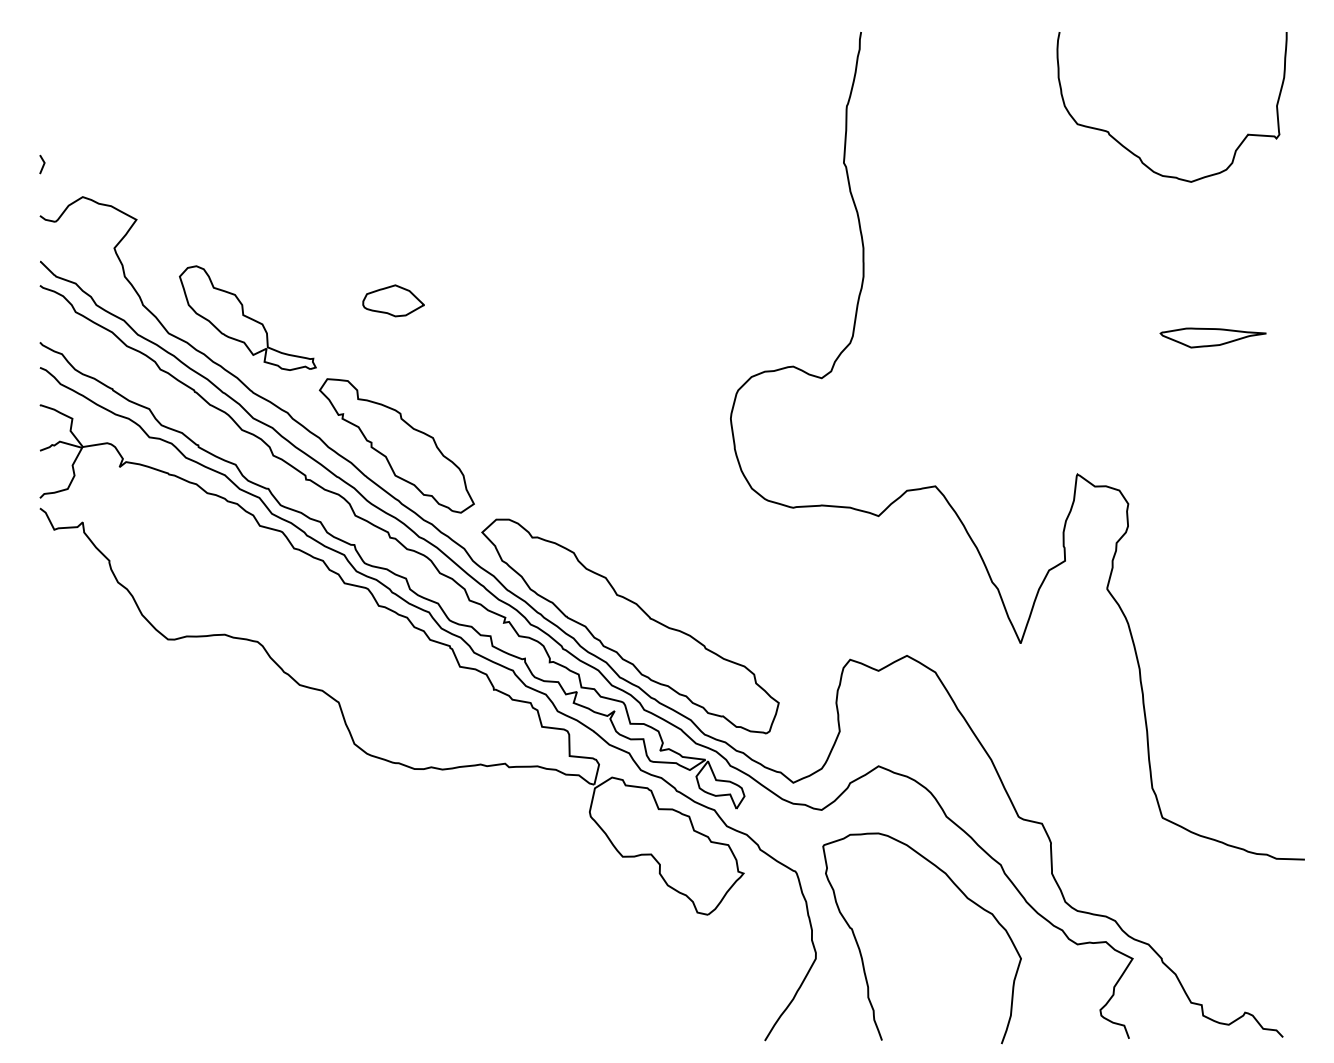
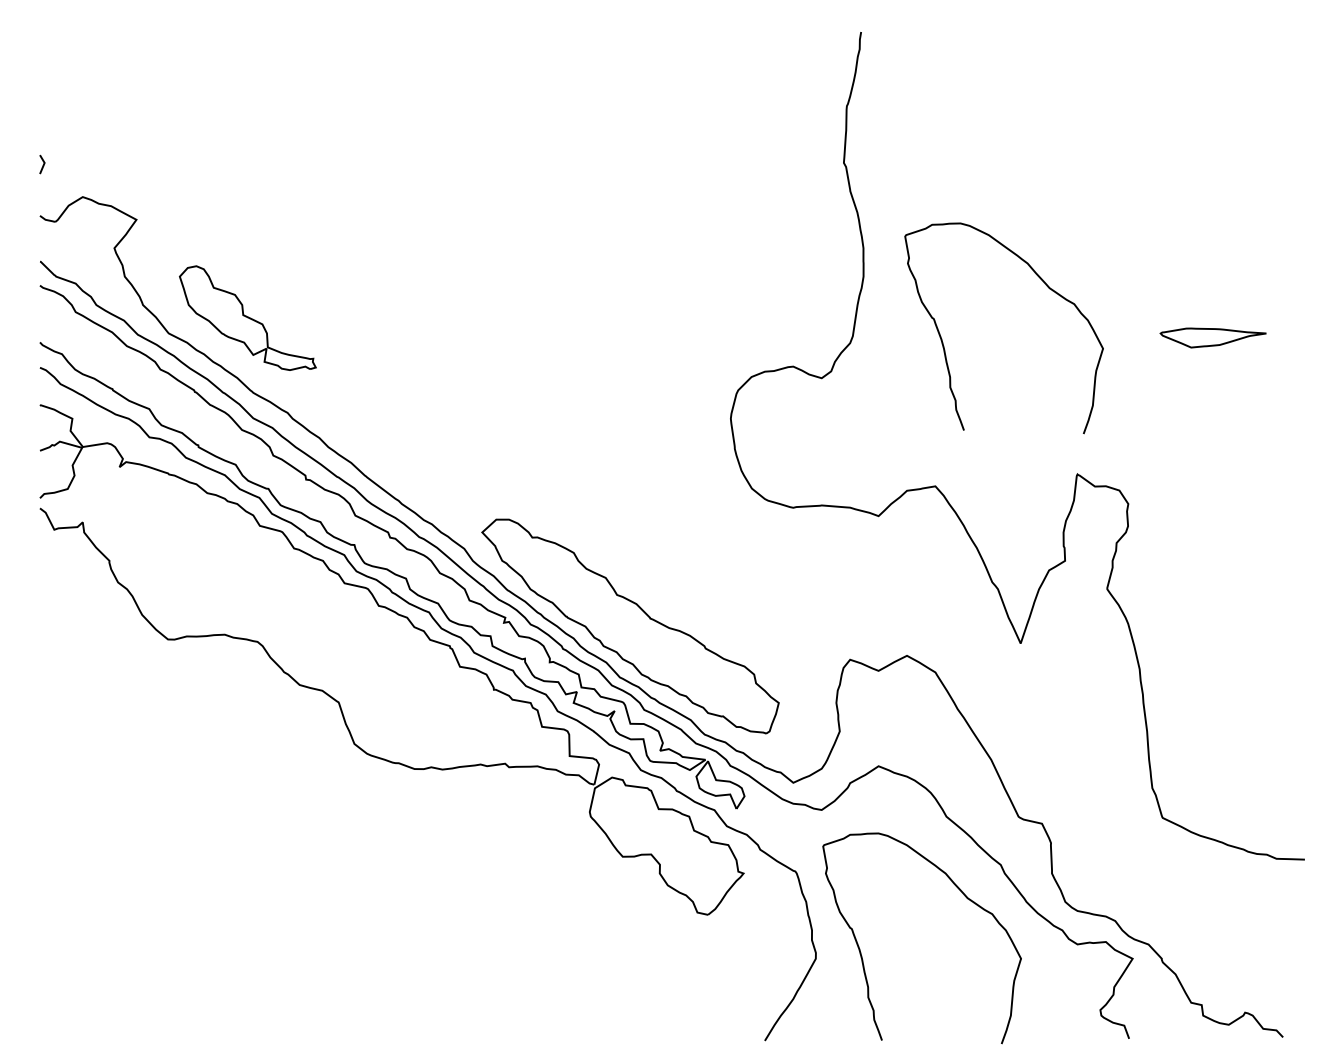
curve at (1139, 156): present -> none
curve at (1046, 286): none -> present
part at (393, 300): present -> none
part at (396, 445): present -> none
